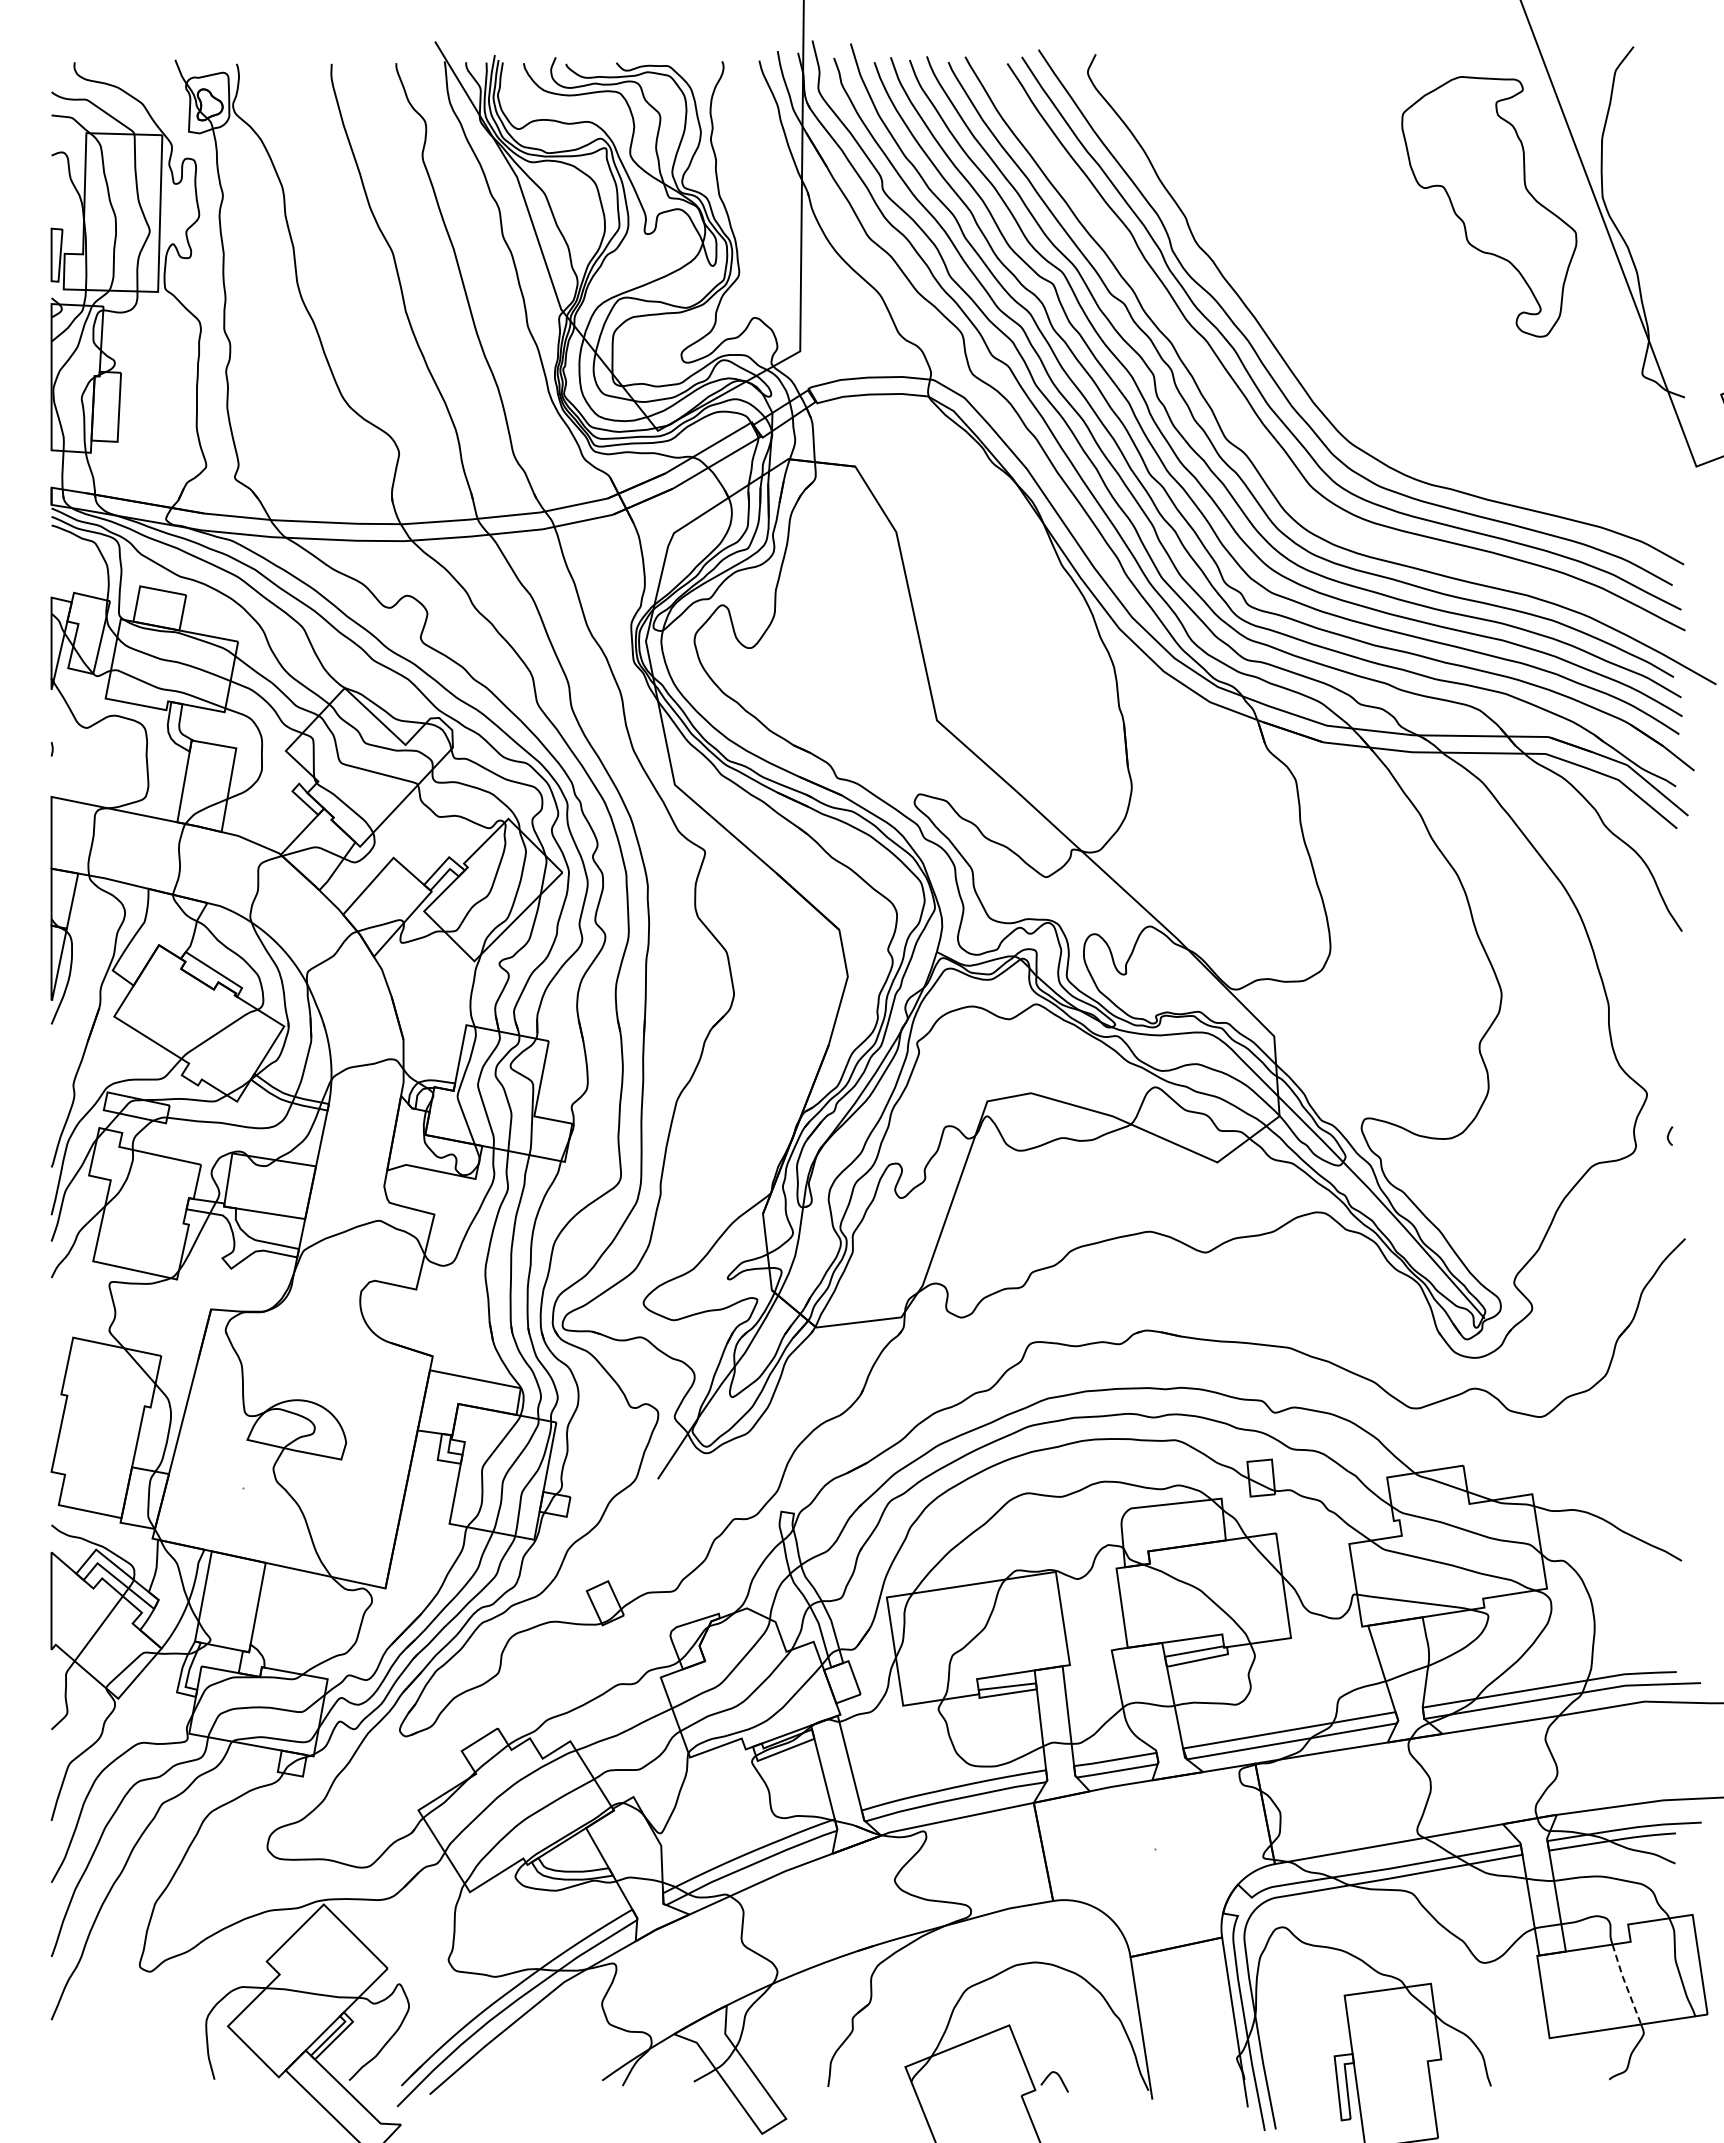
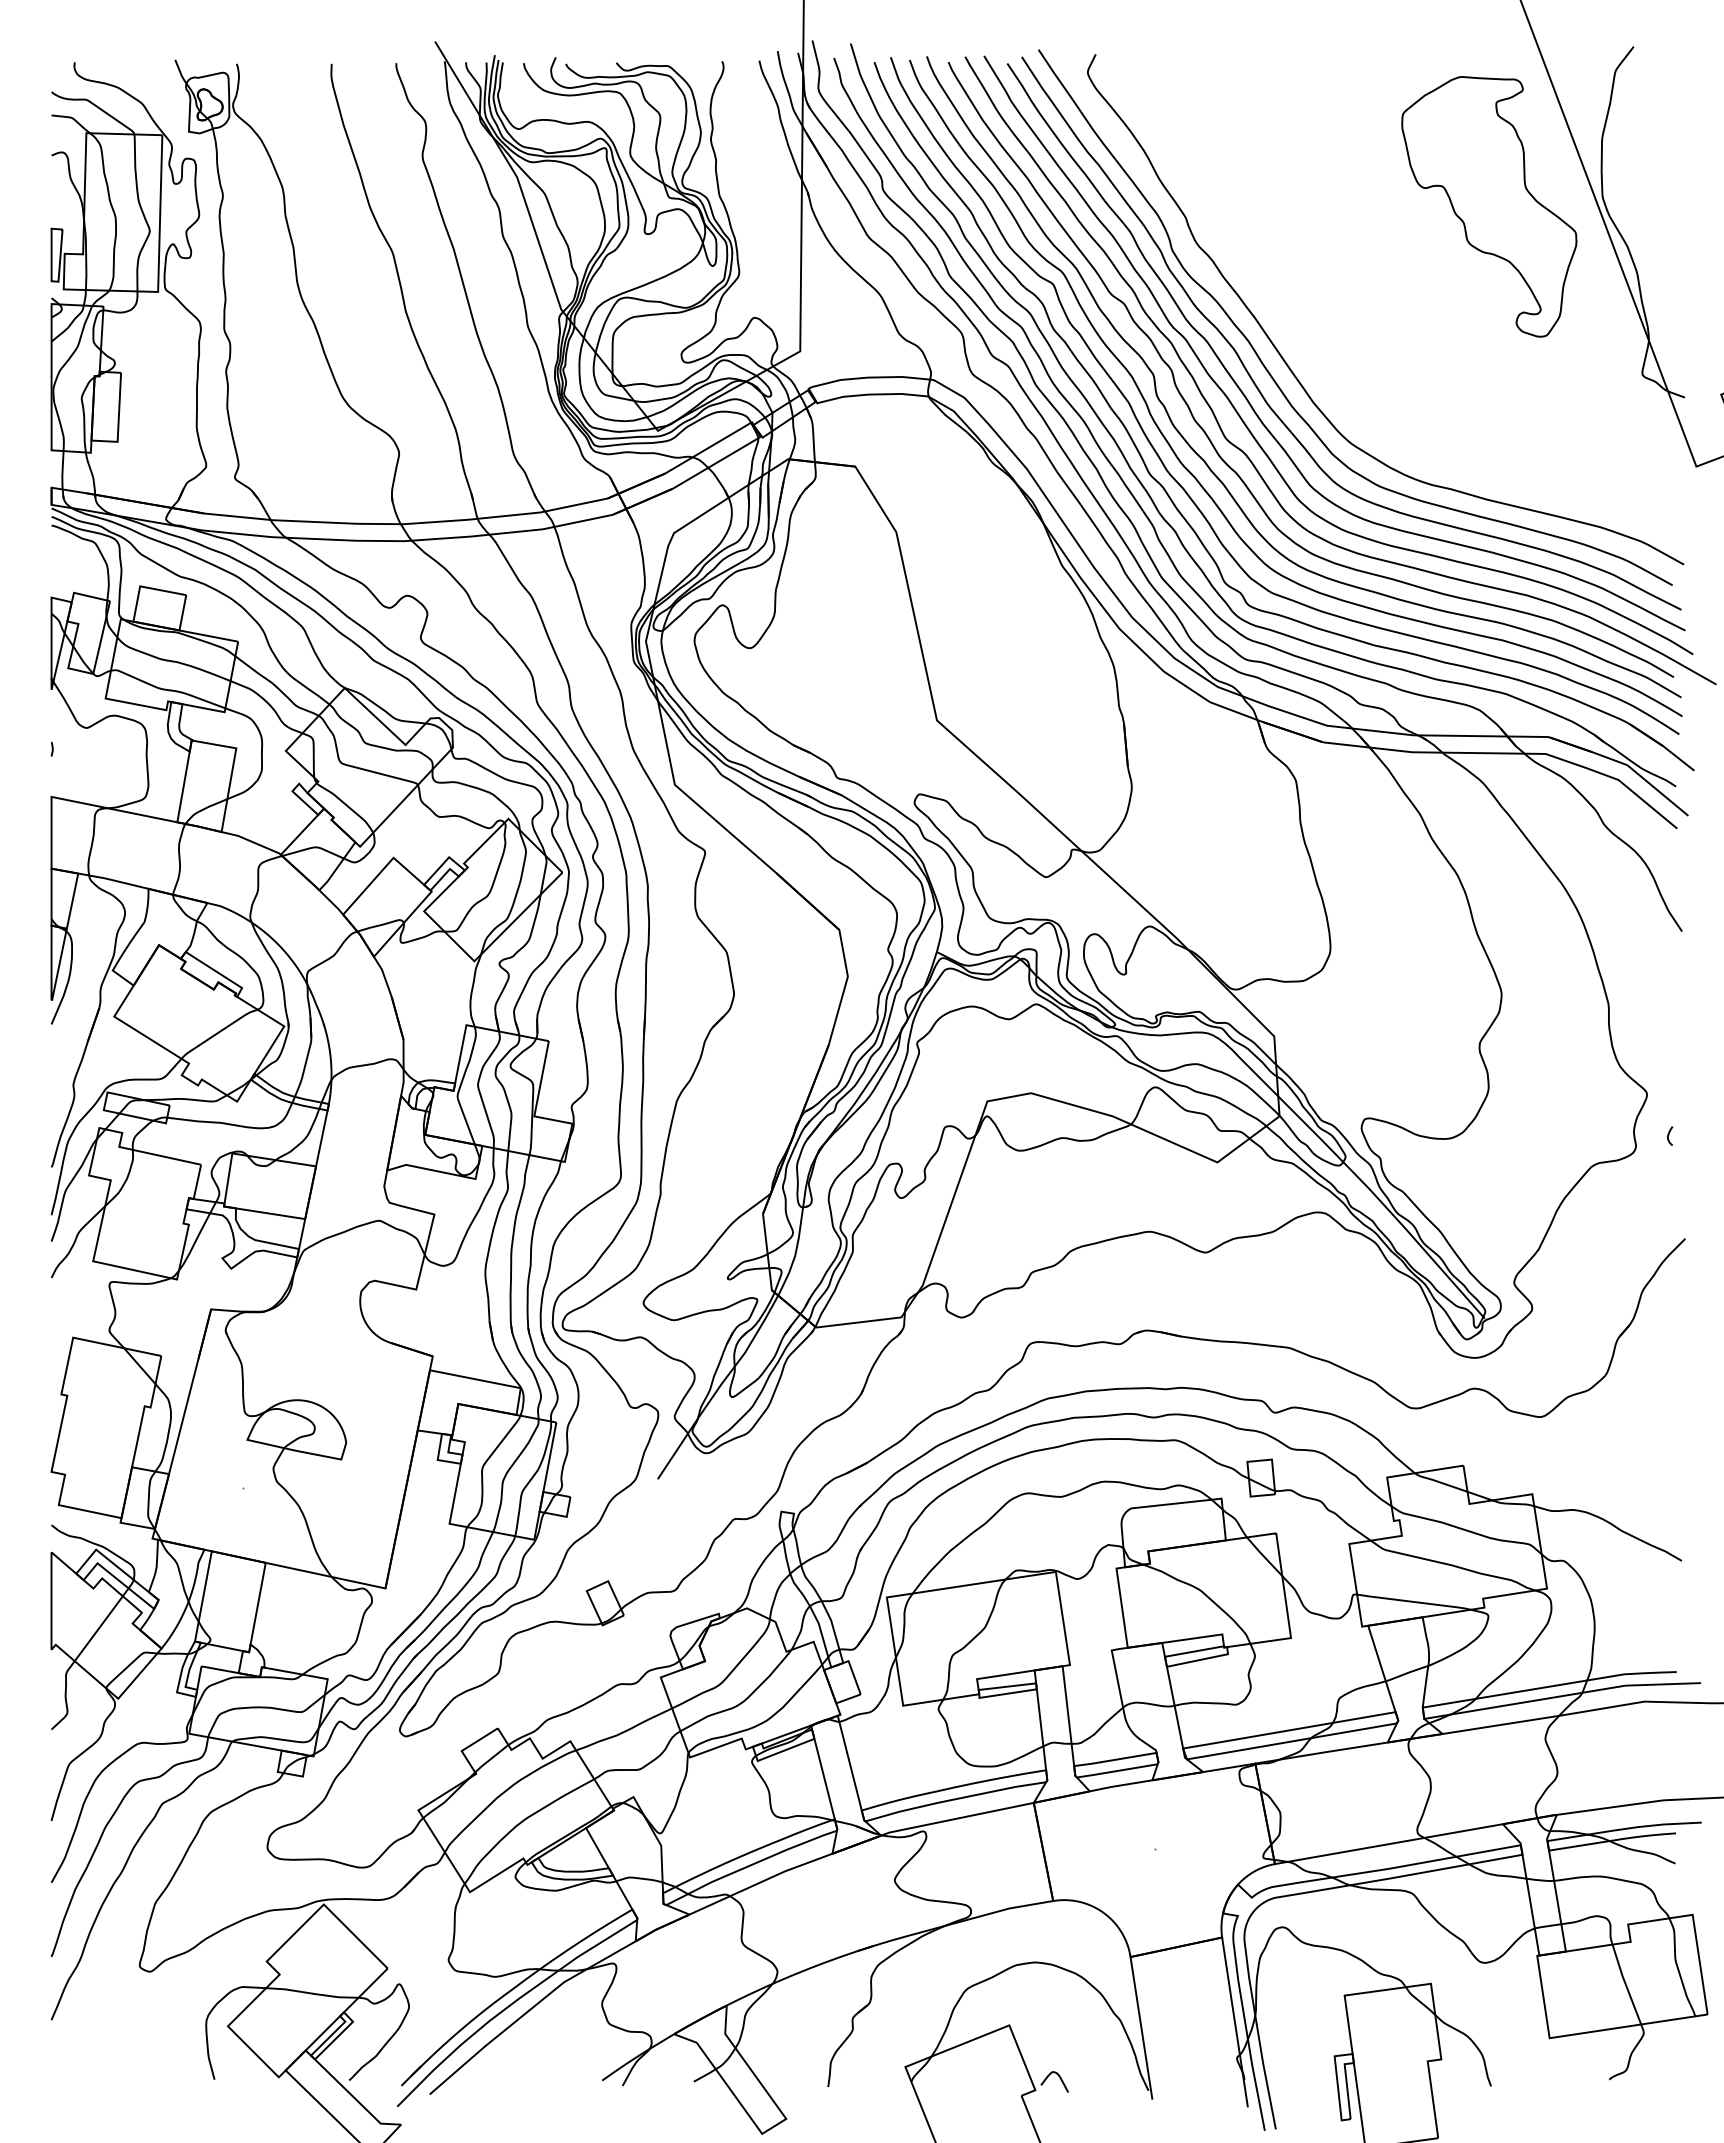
curve at (1242, 418): none -> present
line at (1625, 1984): dashed -> solid
